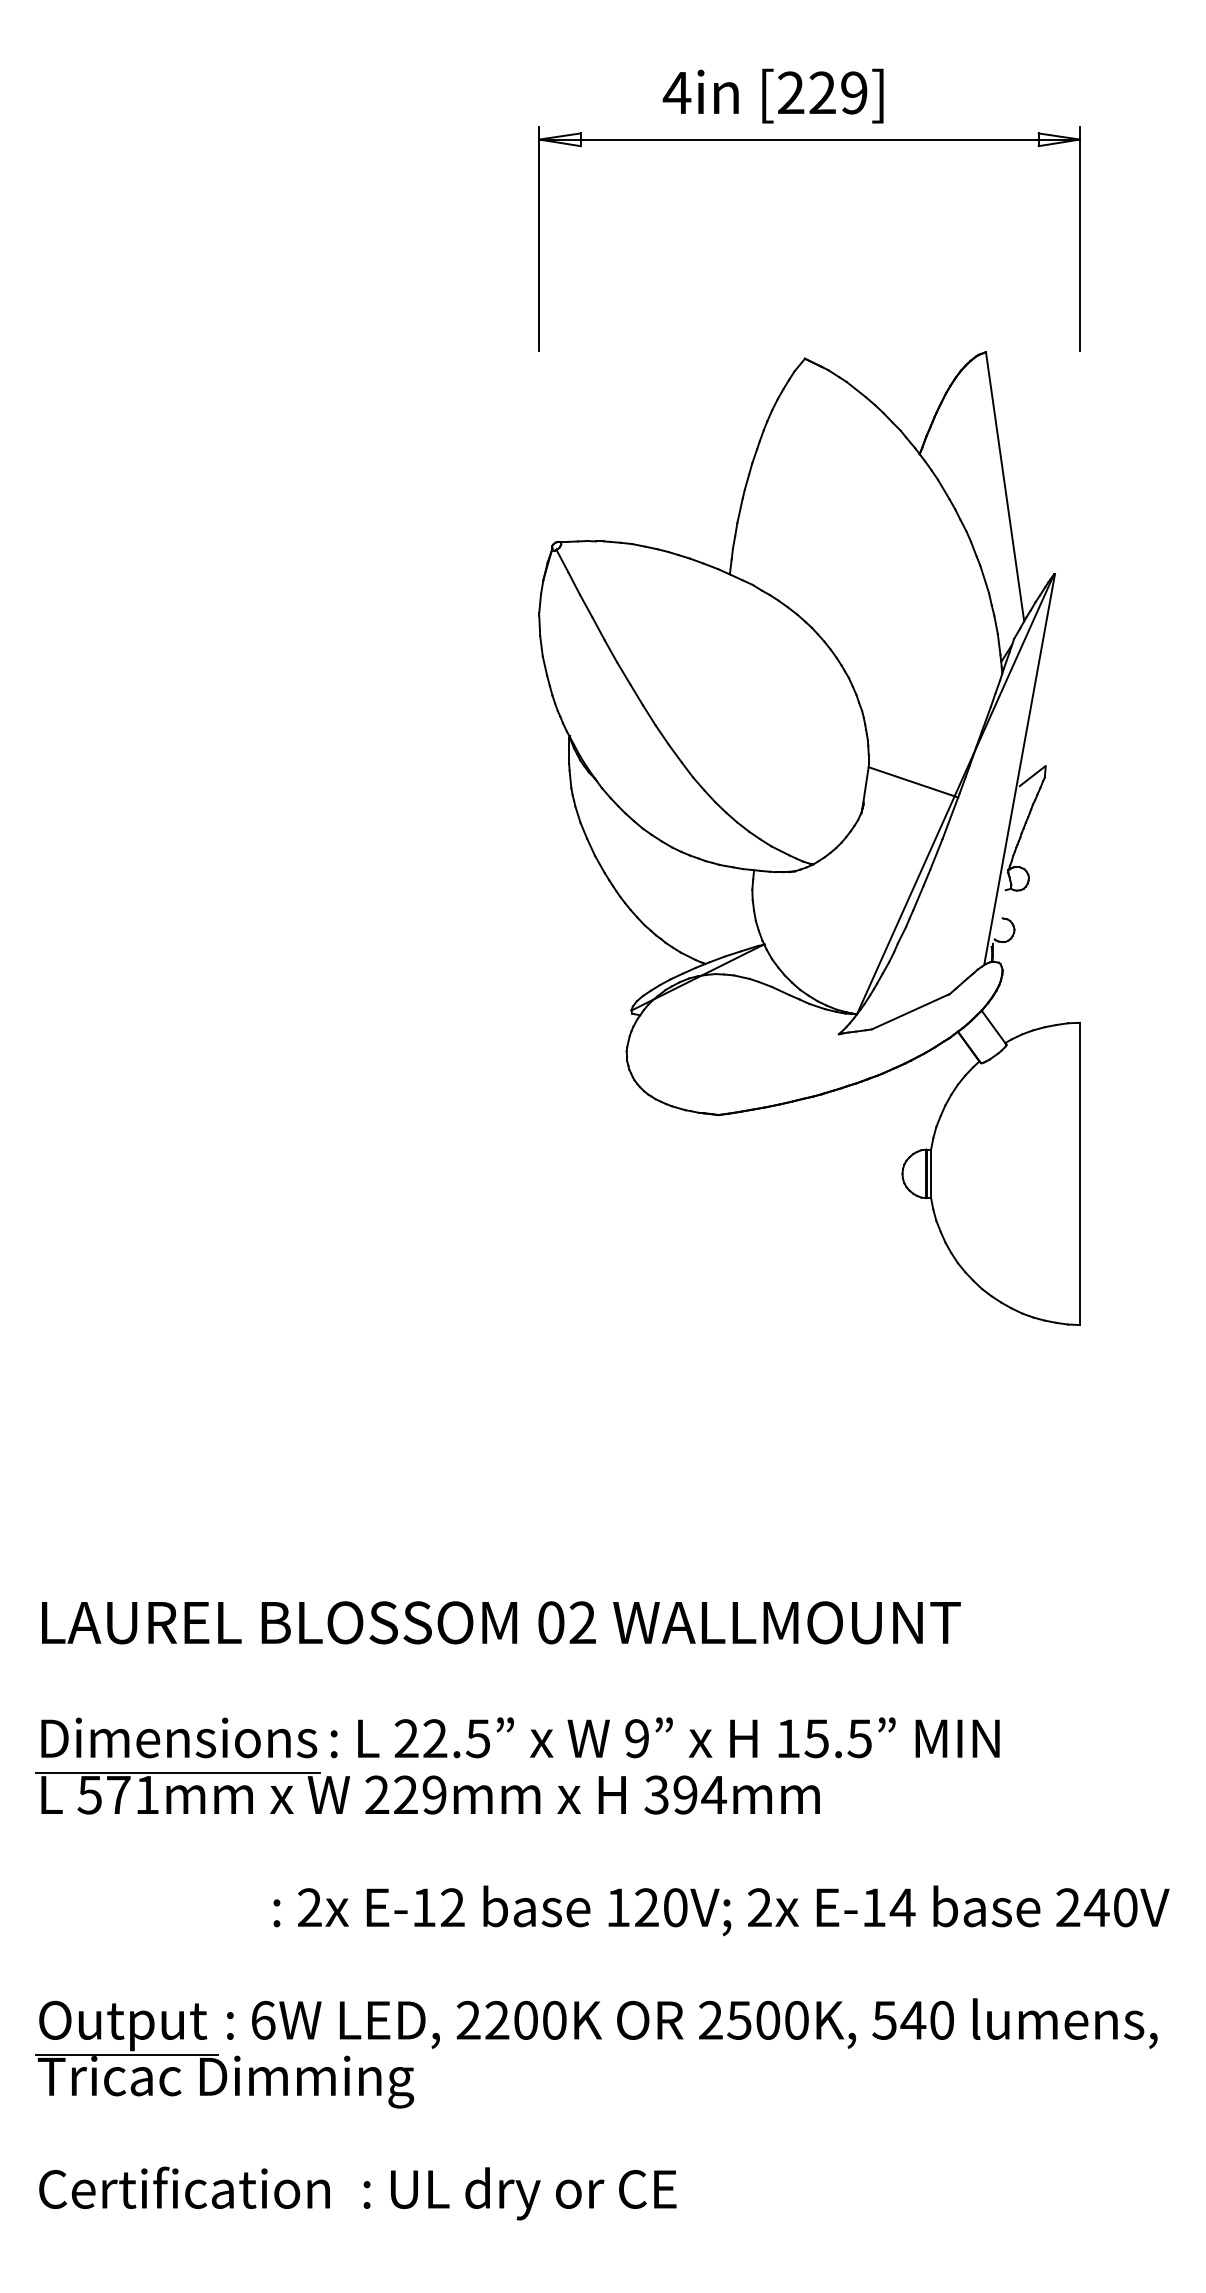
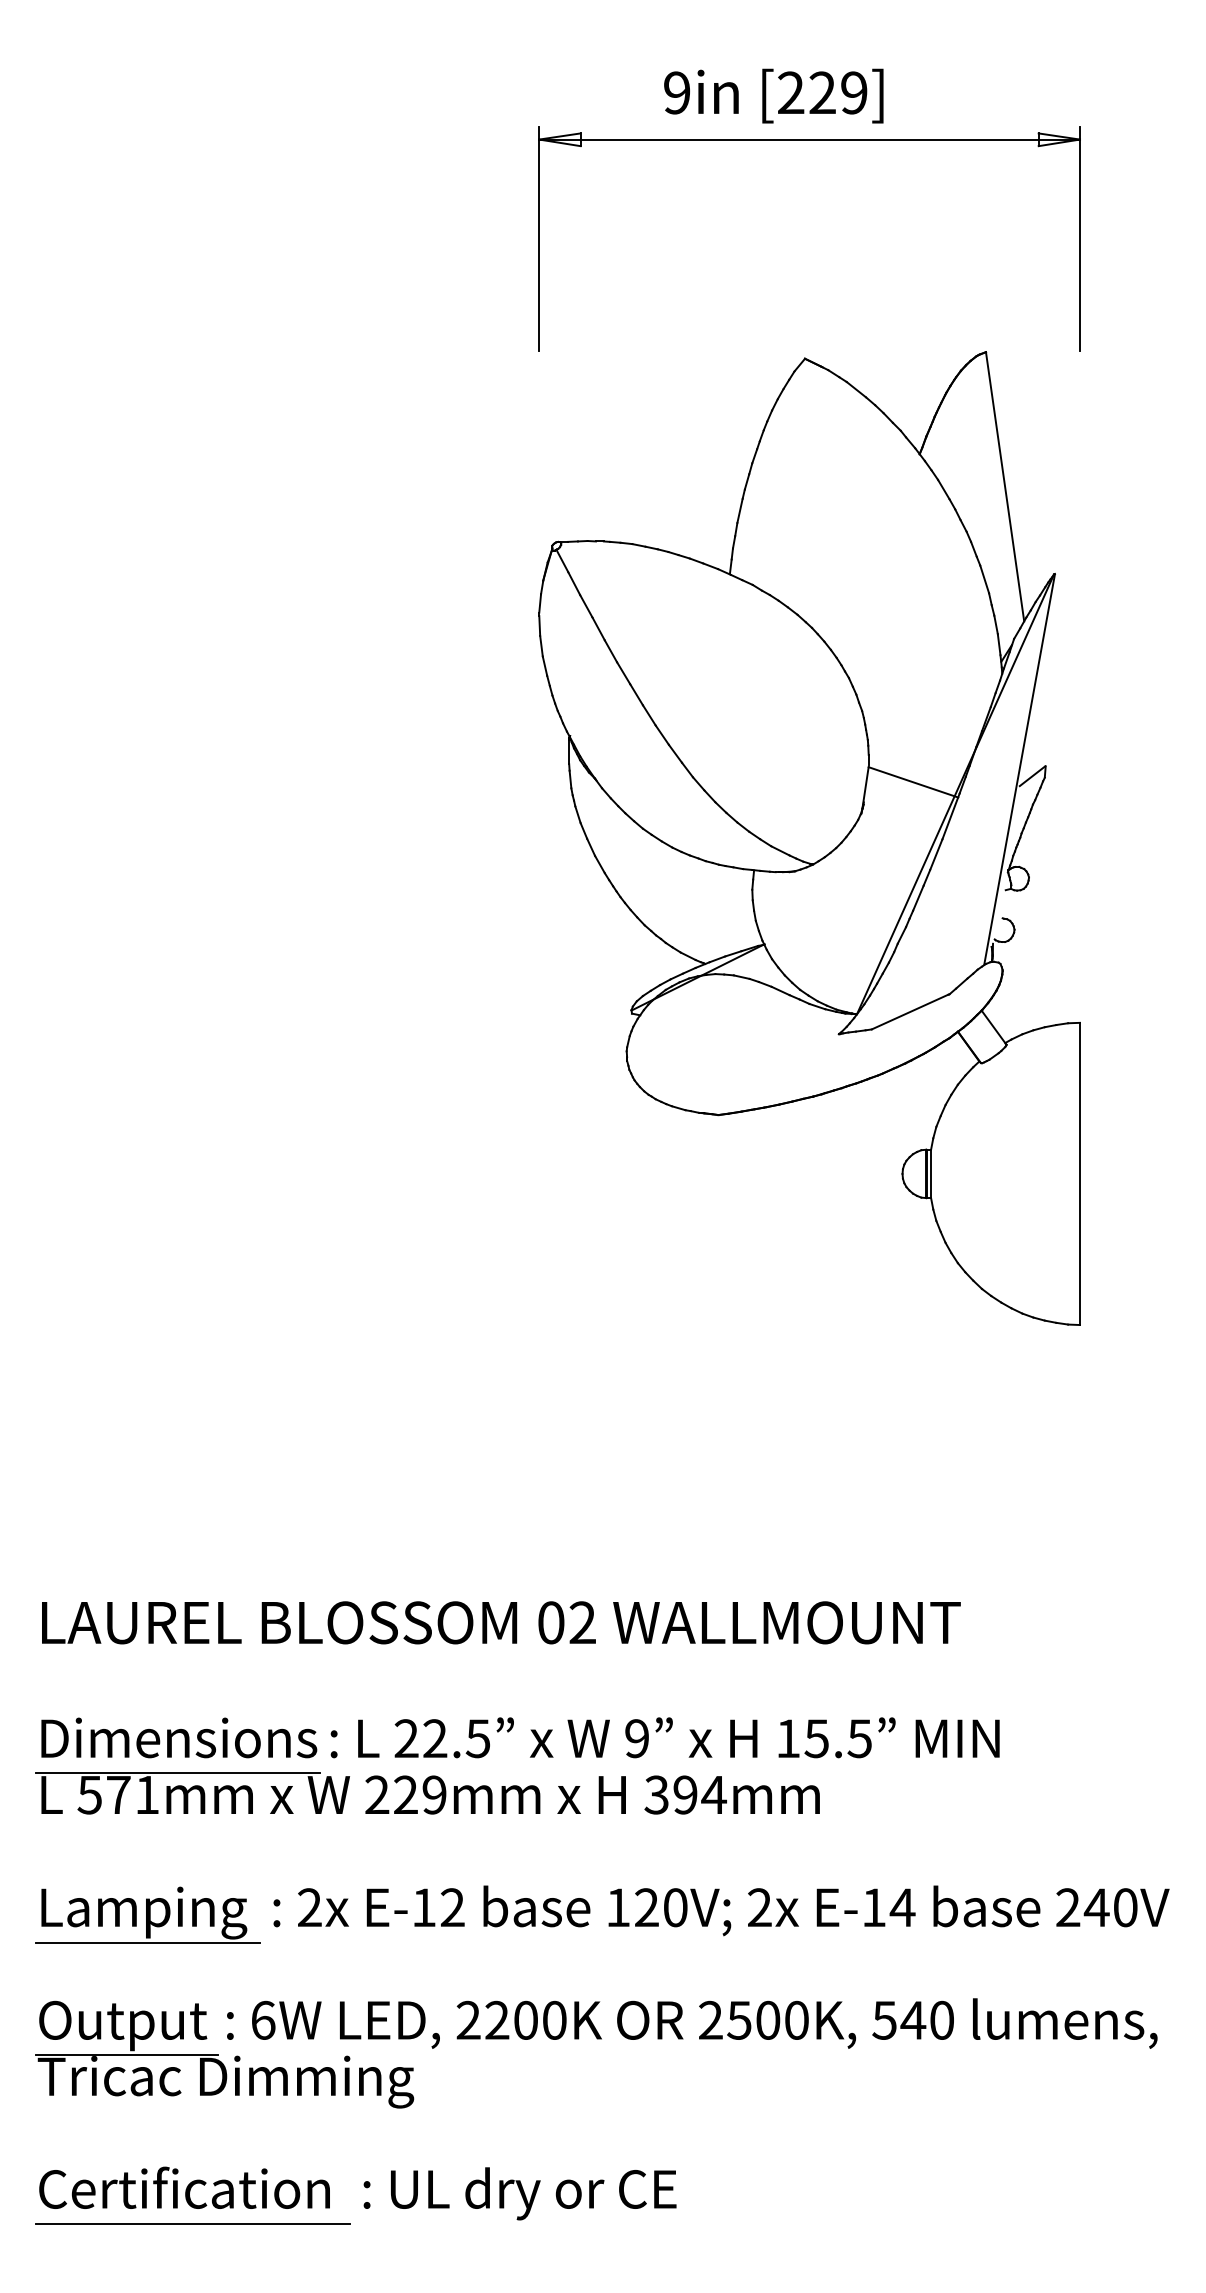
text at (676, 92): 4in -> 9in
part at (147, 1914): none -> present
line at (192, 2224): none -> present
